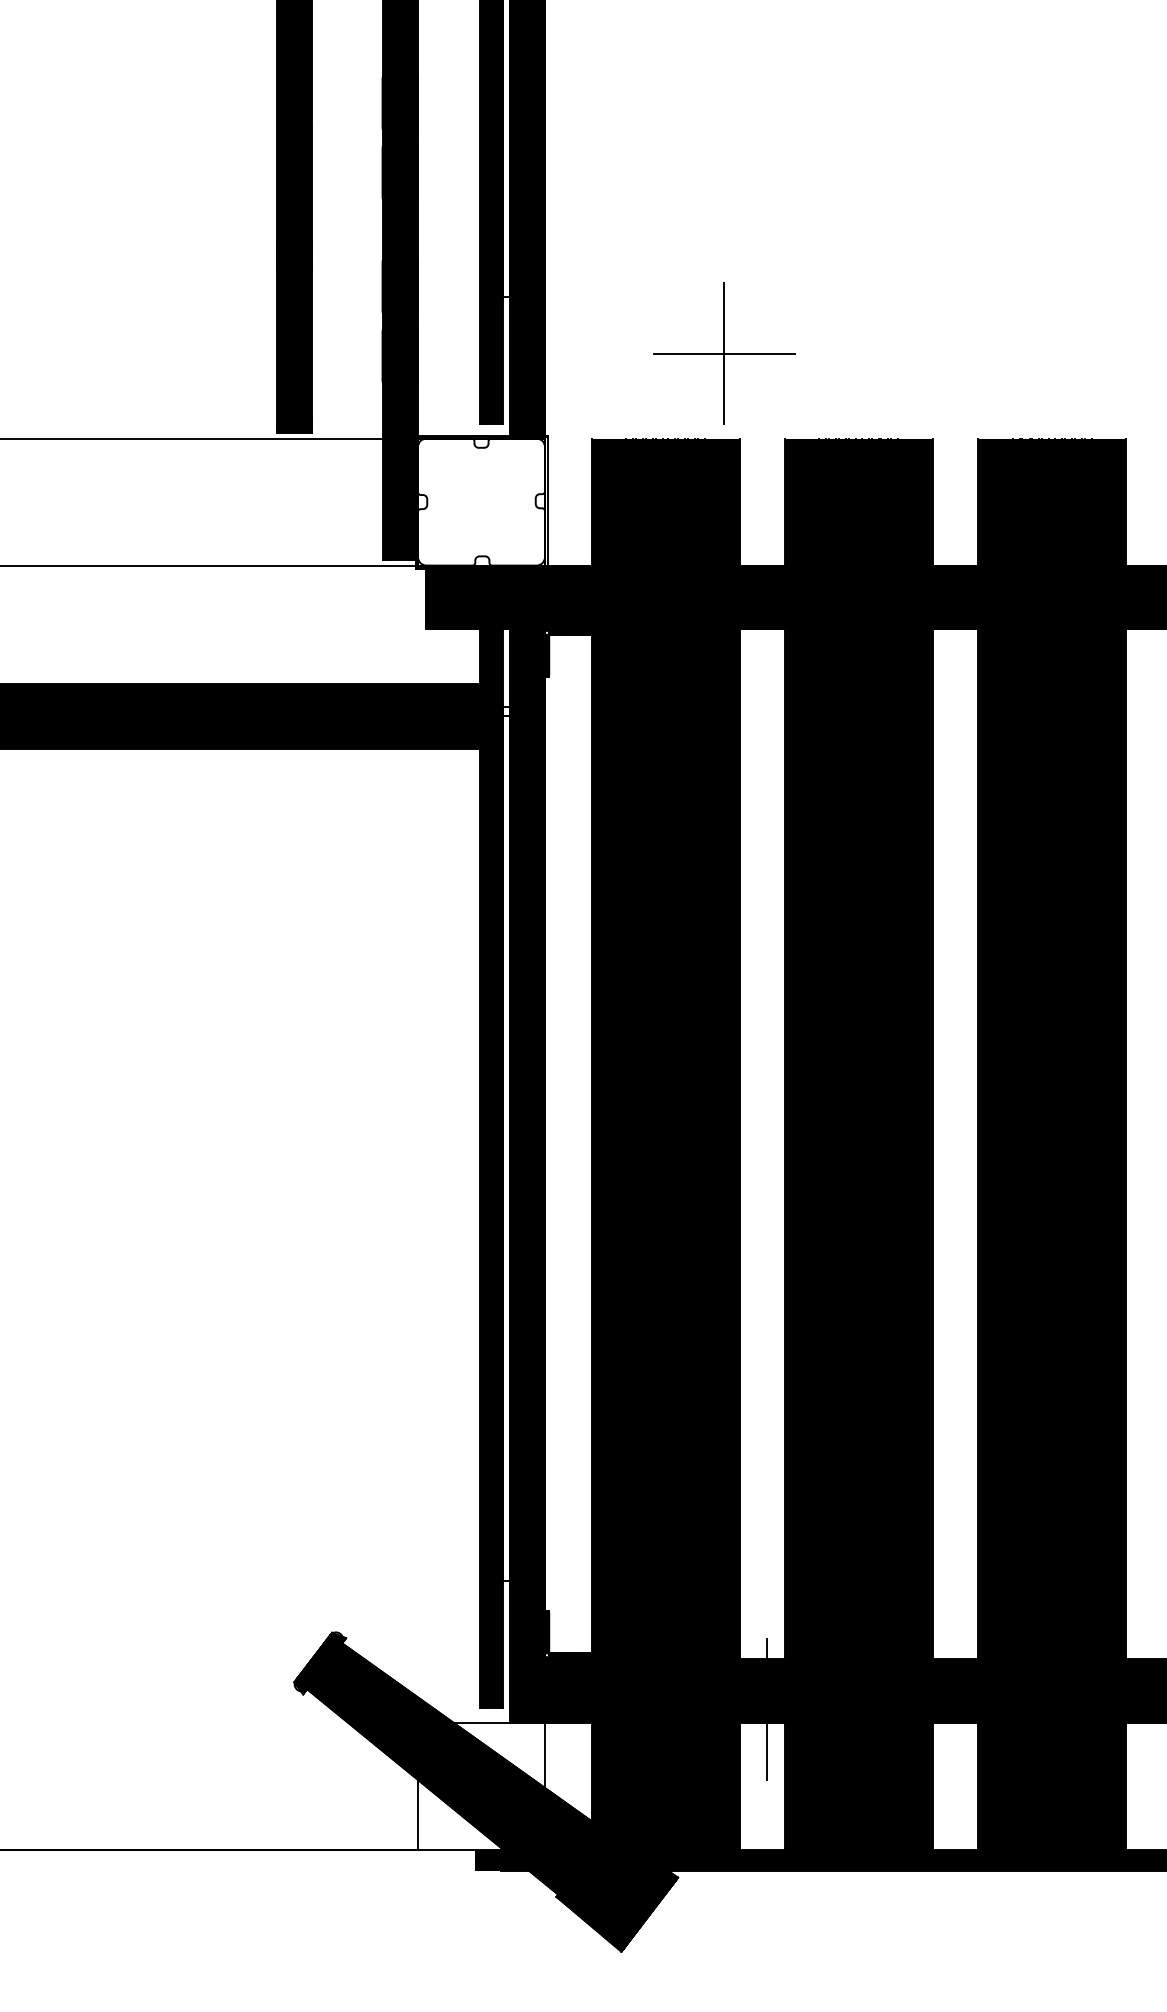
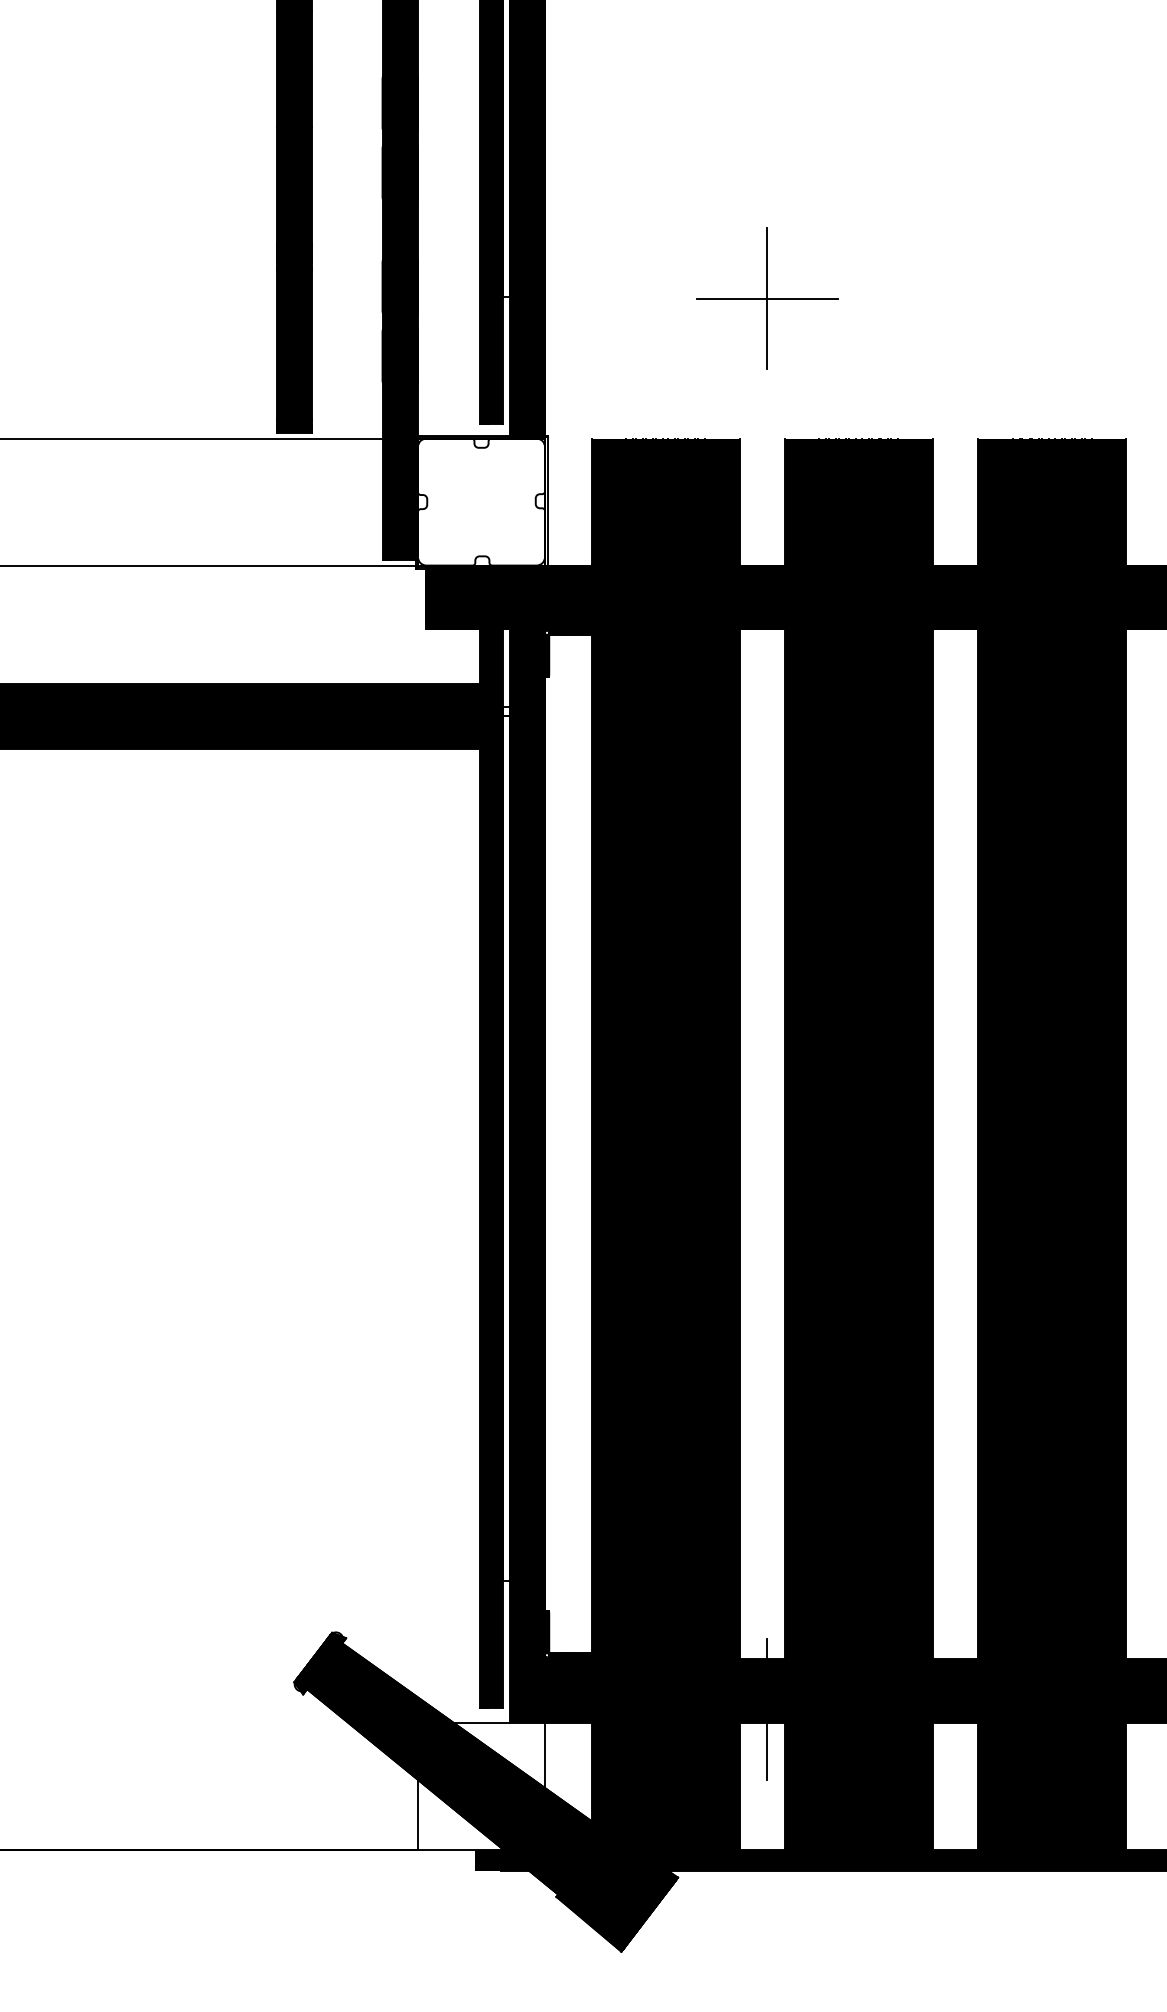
part at (724, 353) position: (724, 353) -> (767, 298)
